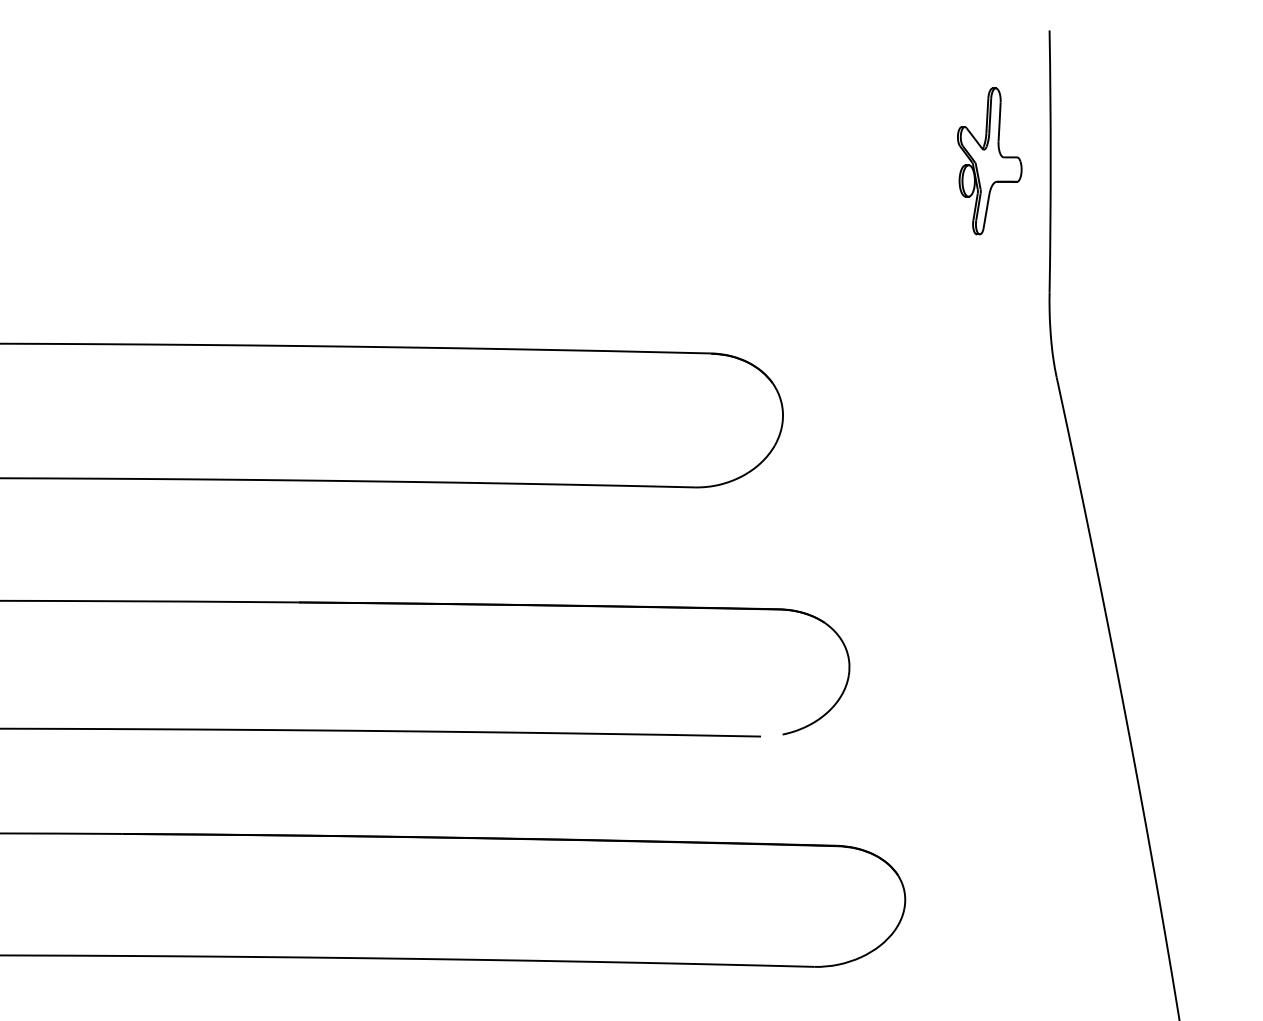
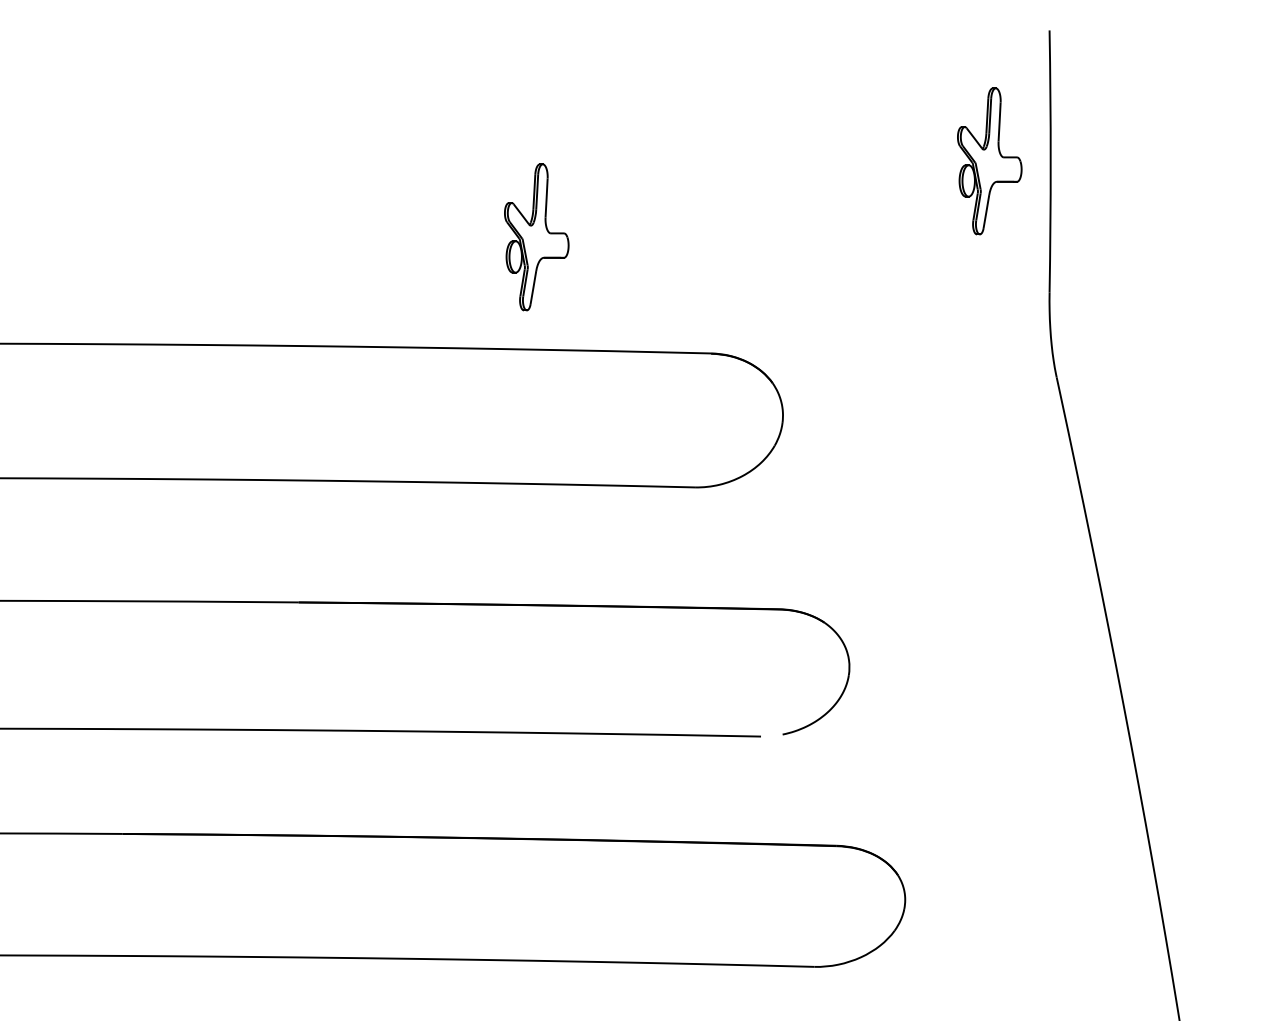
part at (536, 237): none -> present
